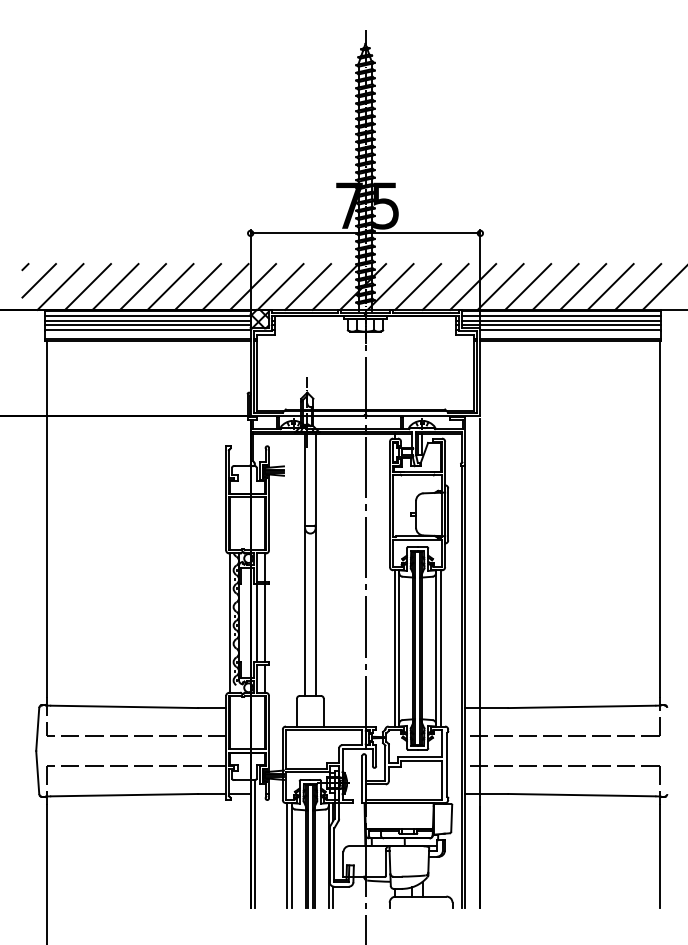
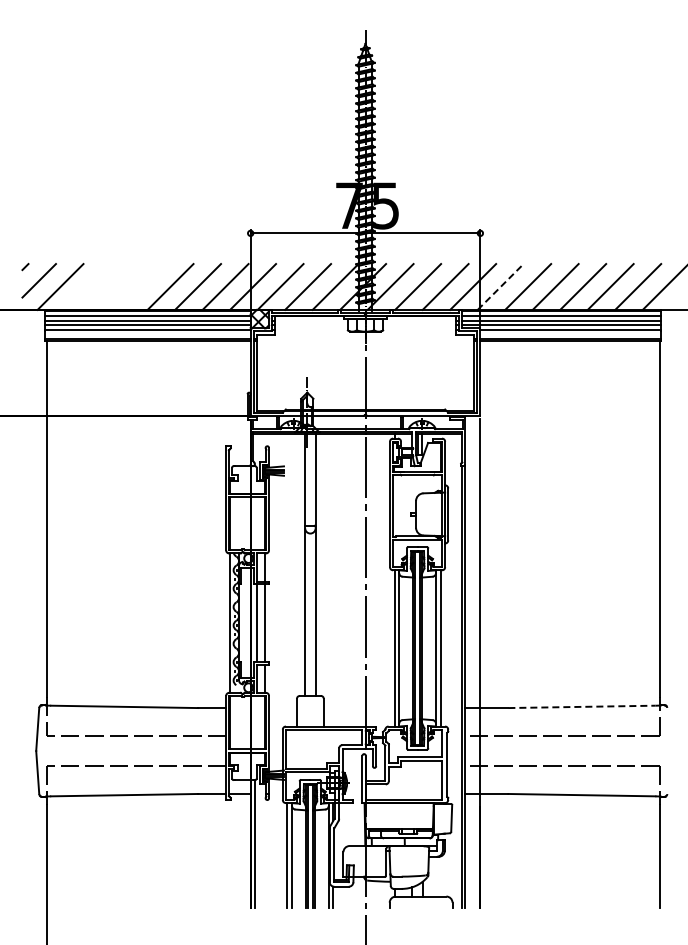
line at (88, 286): present -> none
line at (115, 286): present -> none
line at (143, 286): present -> none
line at (501, 286): solid -> dashed
line at (581, 706): solid -> dashed
